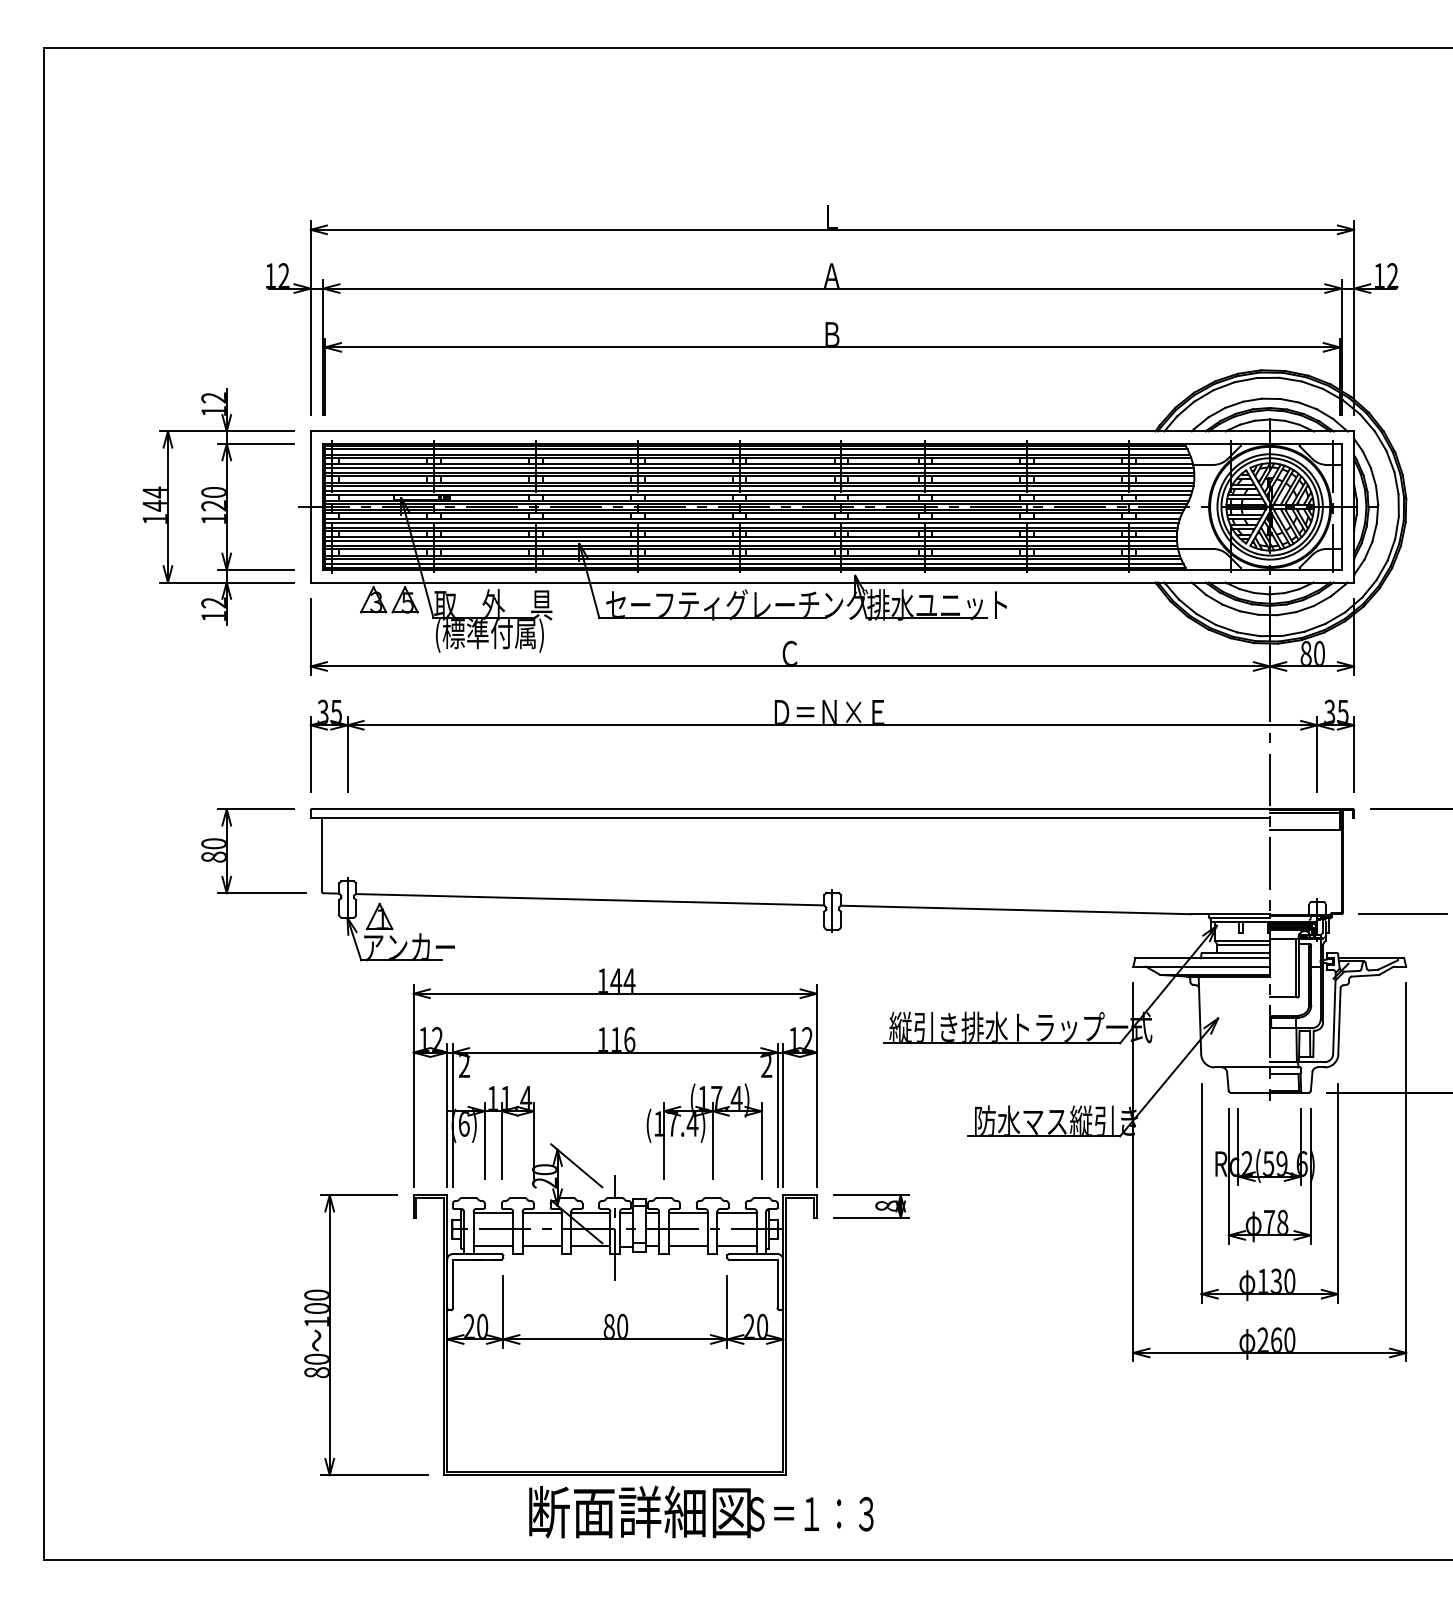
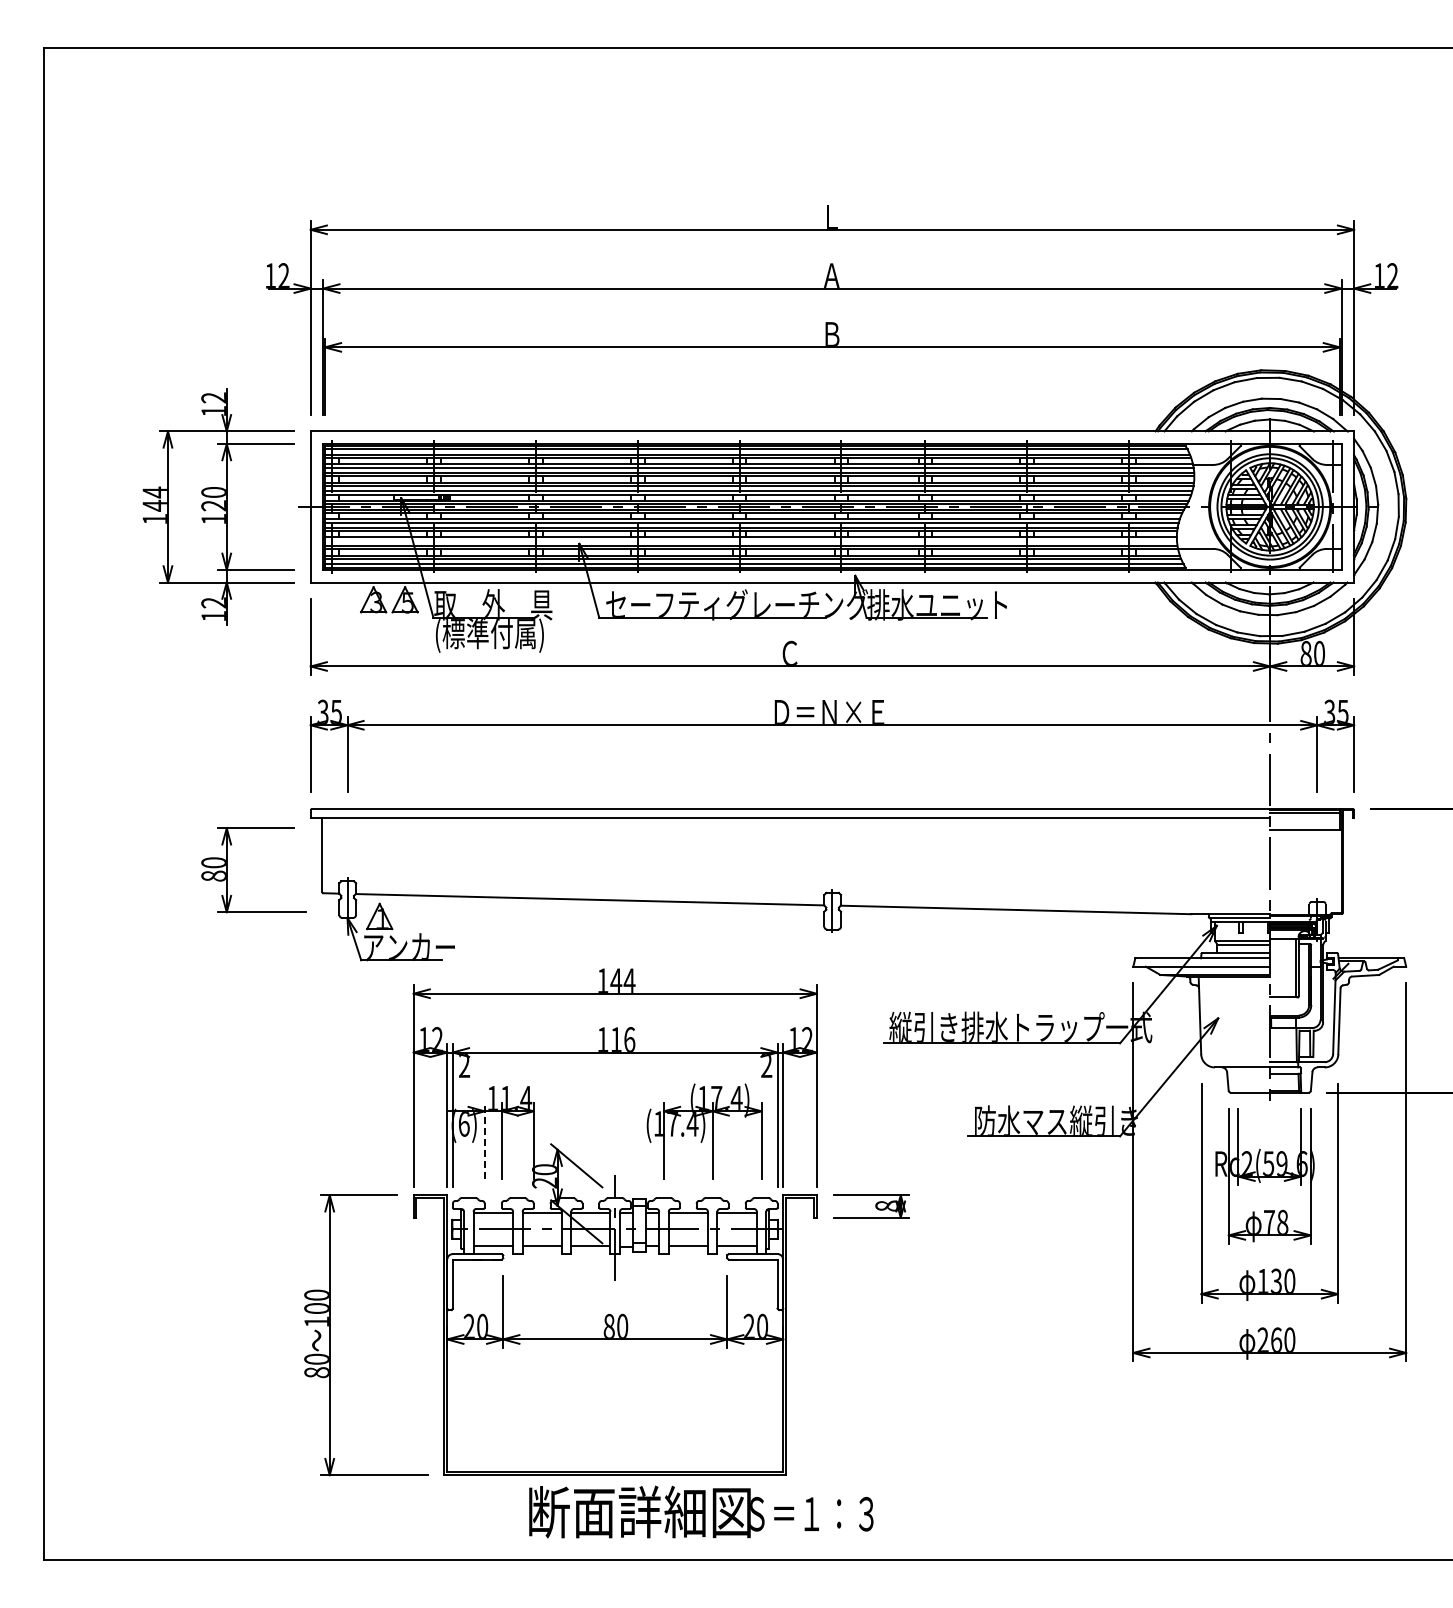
line at (750, 540): present -> none
part at (227, 851) position: (227, 851) -> (227, 870)
line at (1402, 913): present -> none
line at (484, 1140): solid -> dashed
